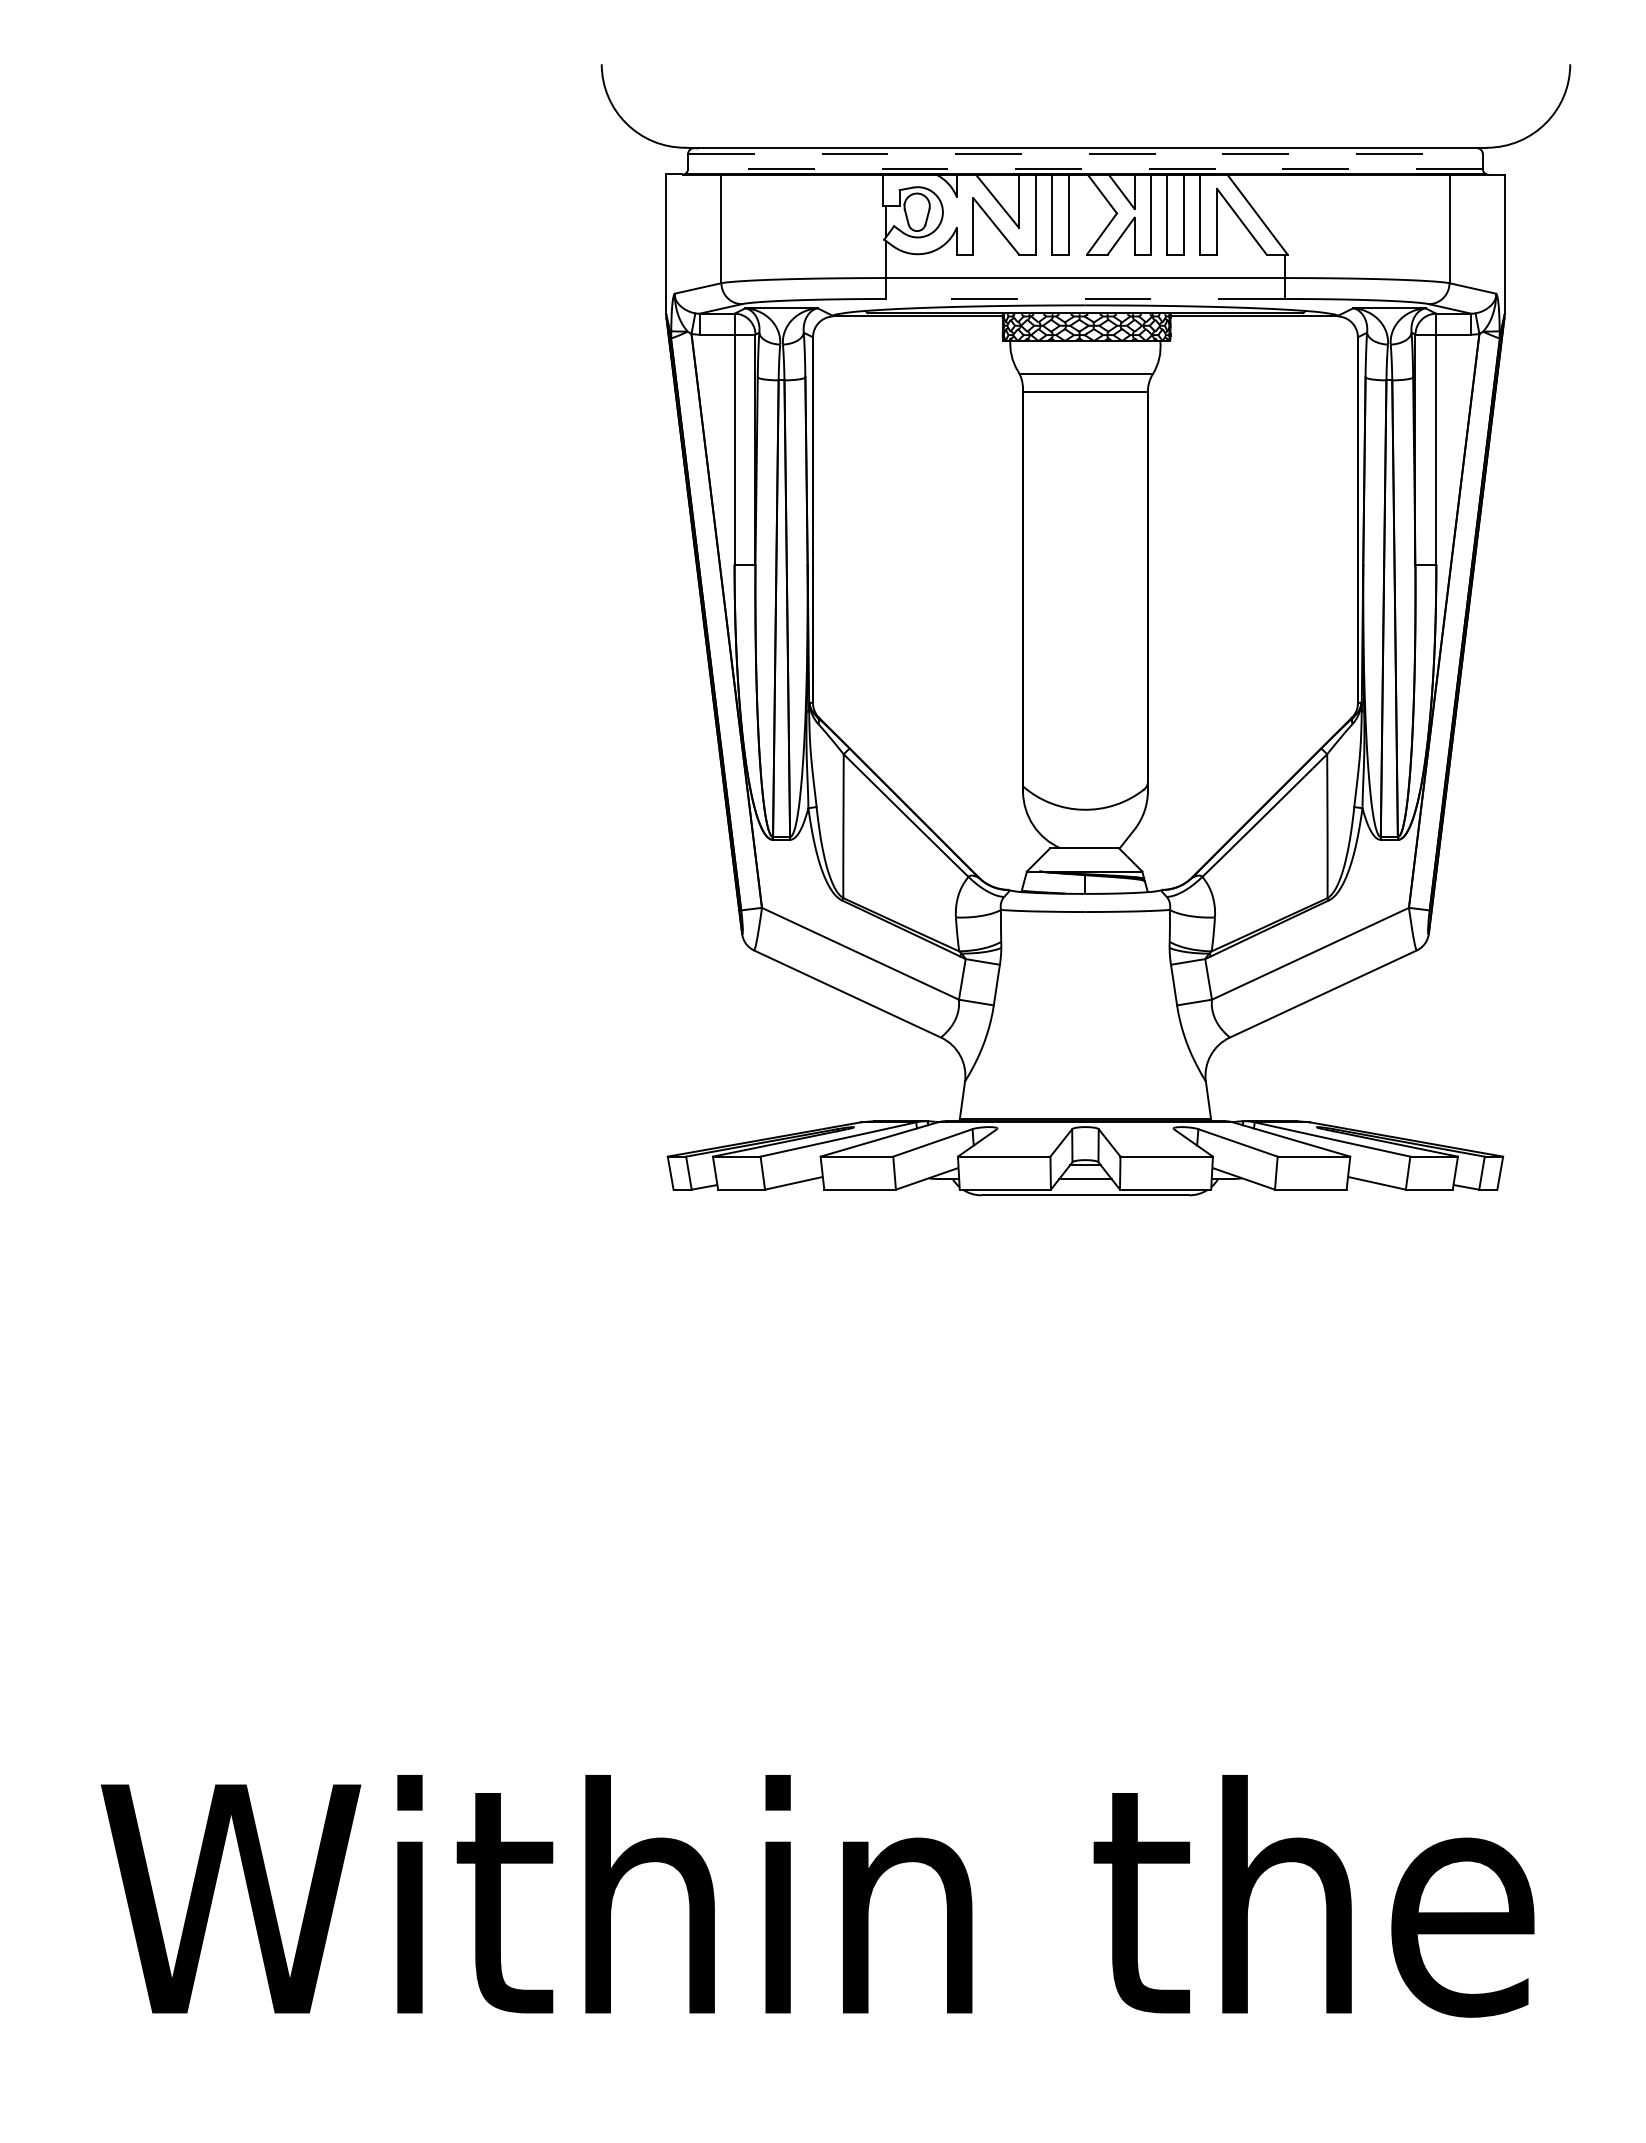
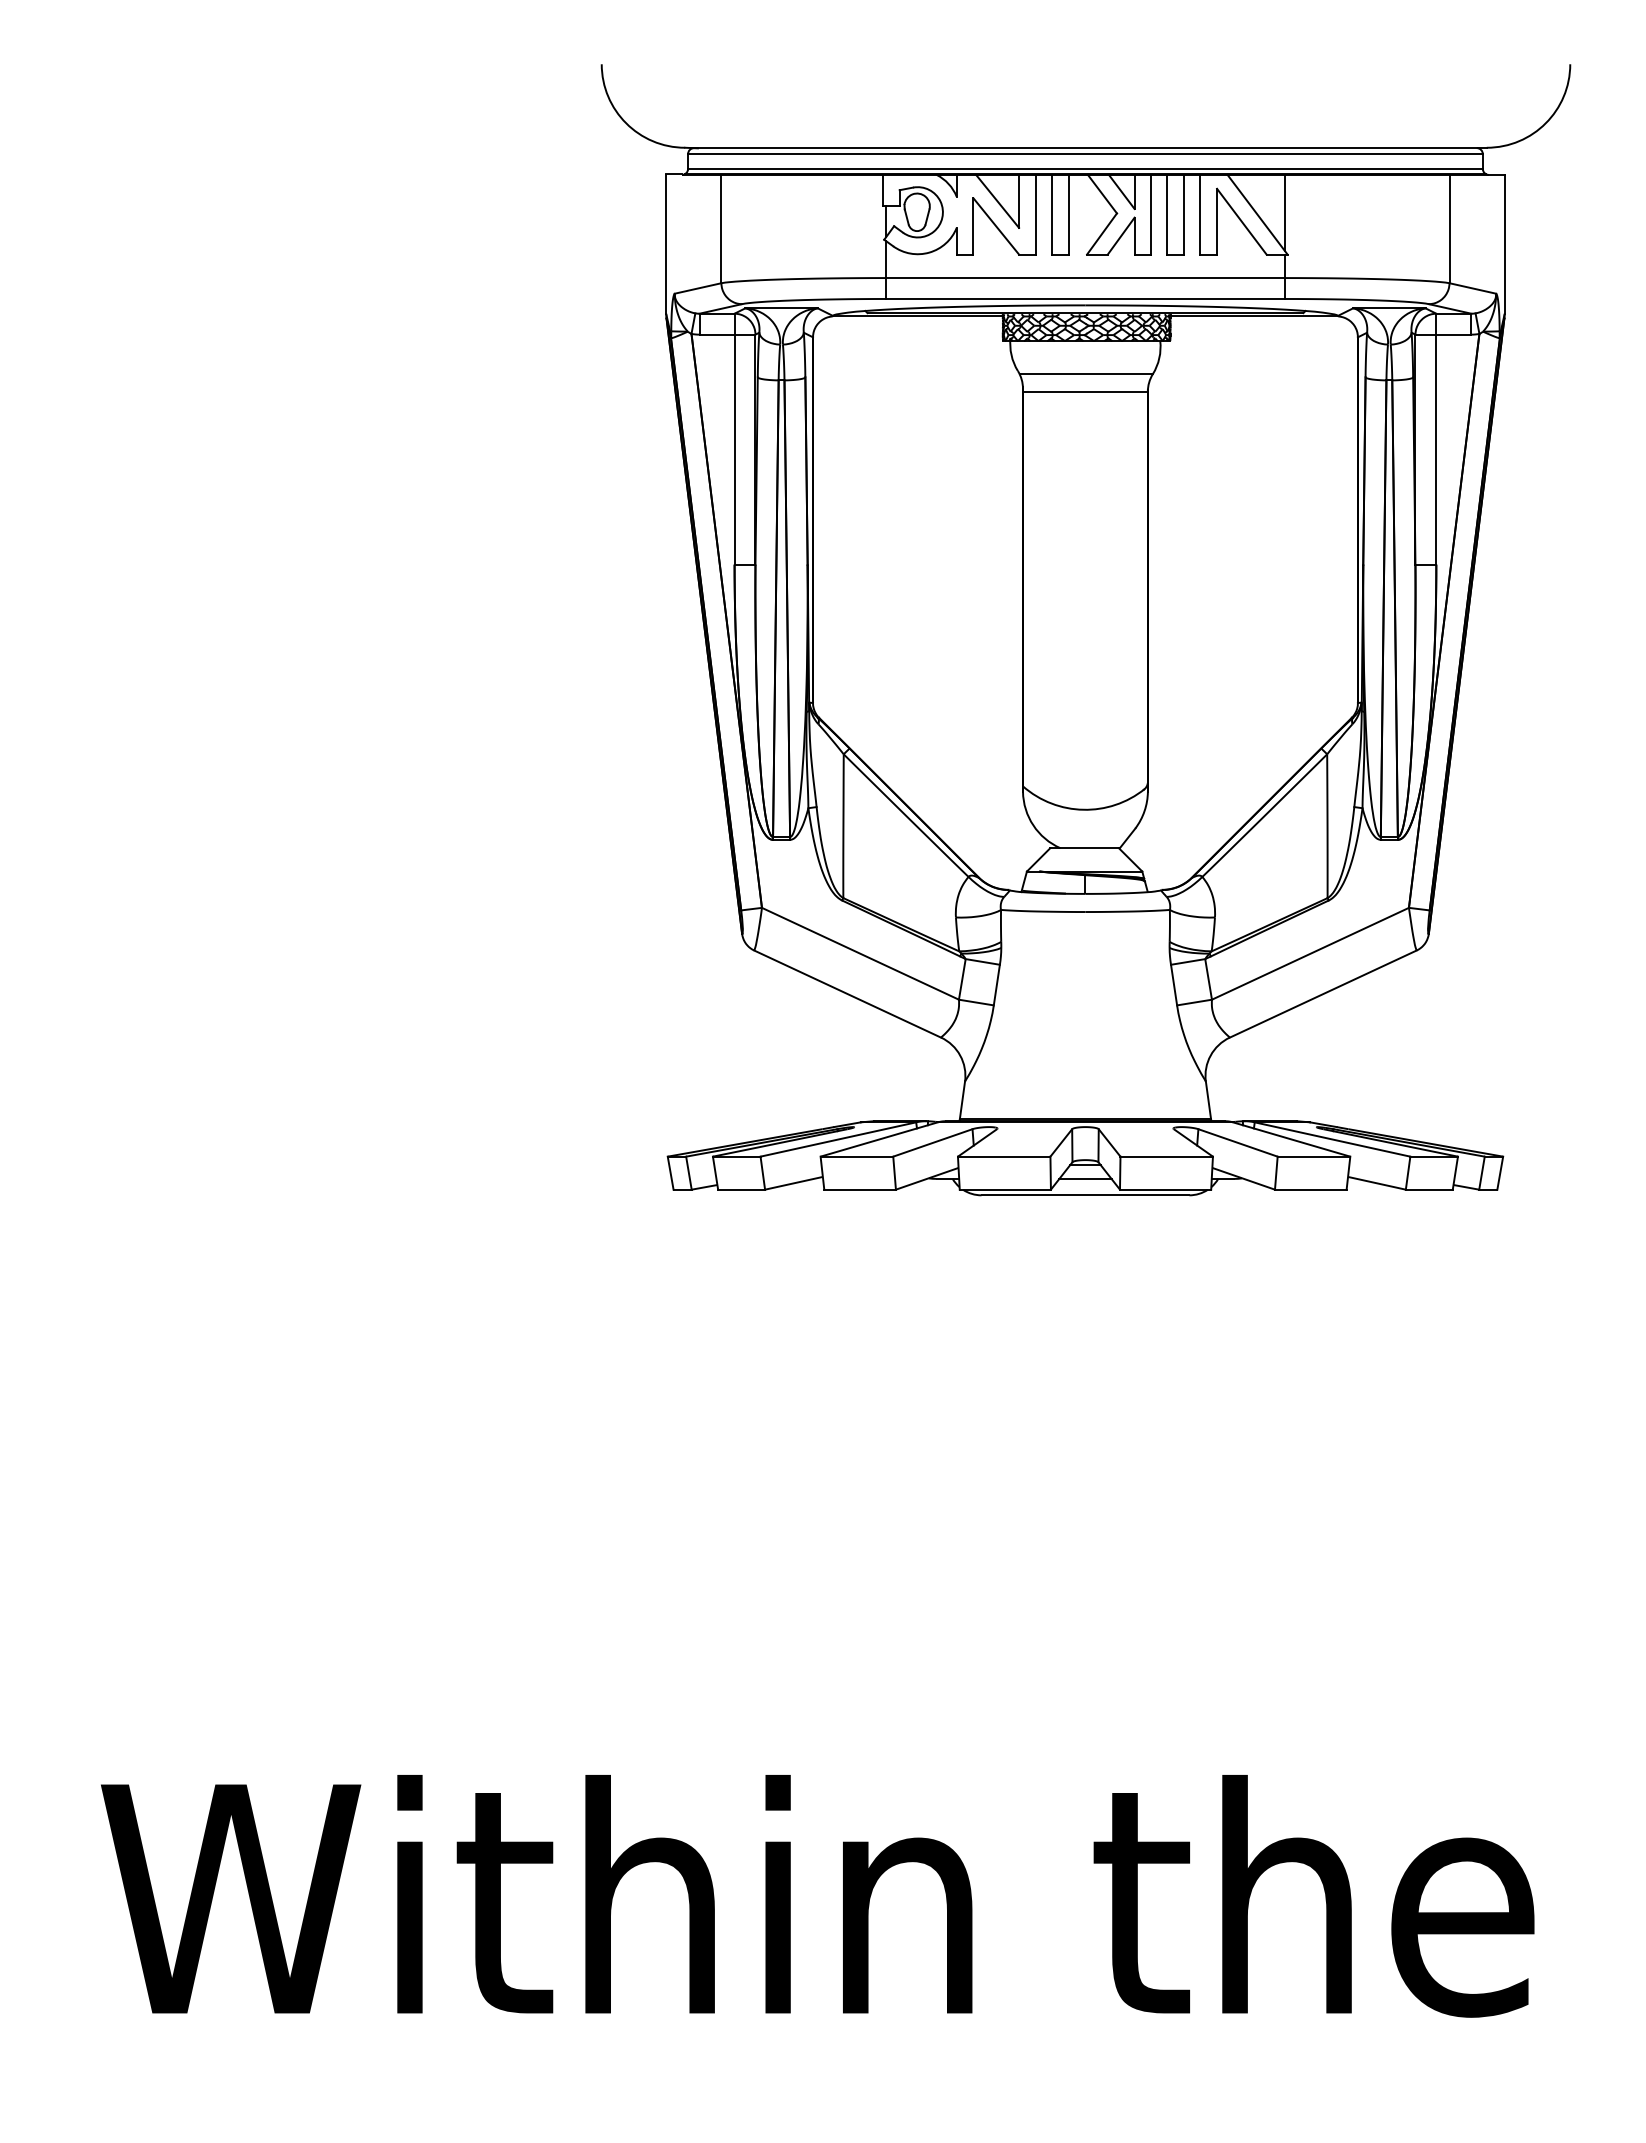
line at (1085, 154): dashed -> solid
line at (1084, 168): dashed -> solid
line at (1284, 212): none -> present
line at (1084, 299): dashed -> solid
